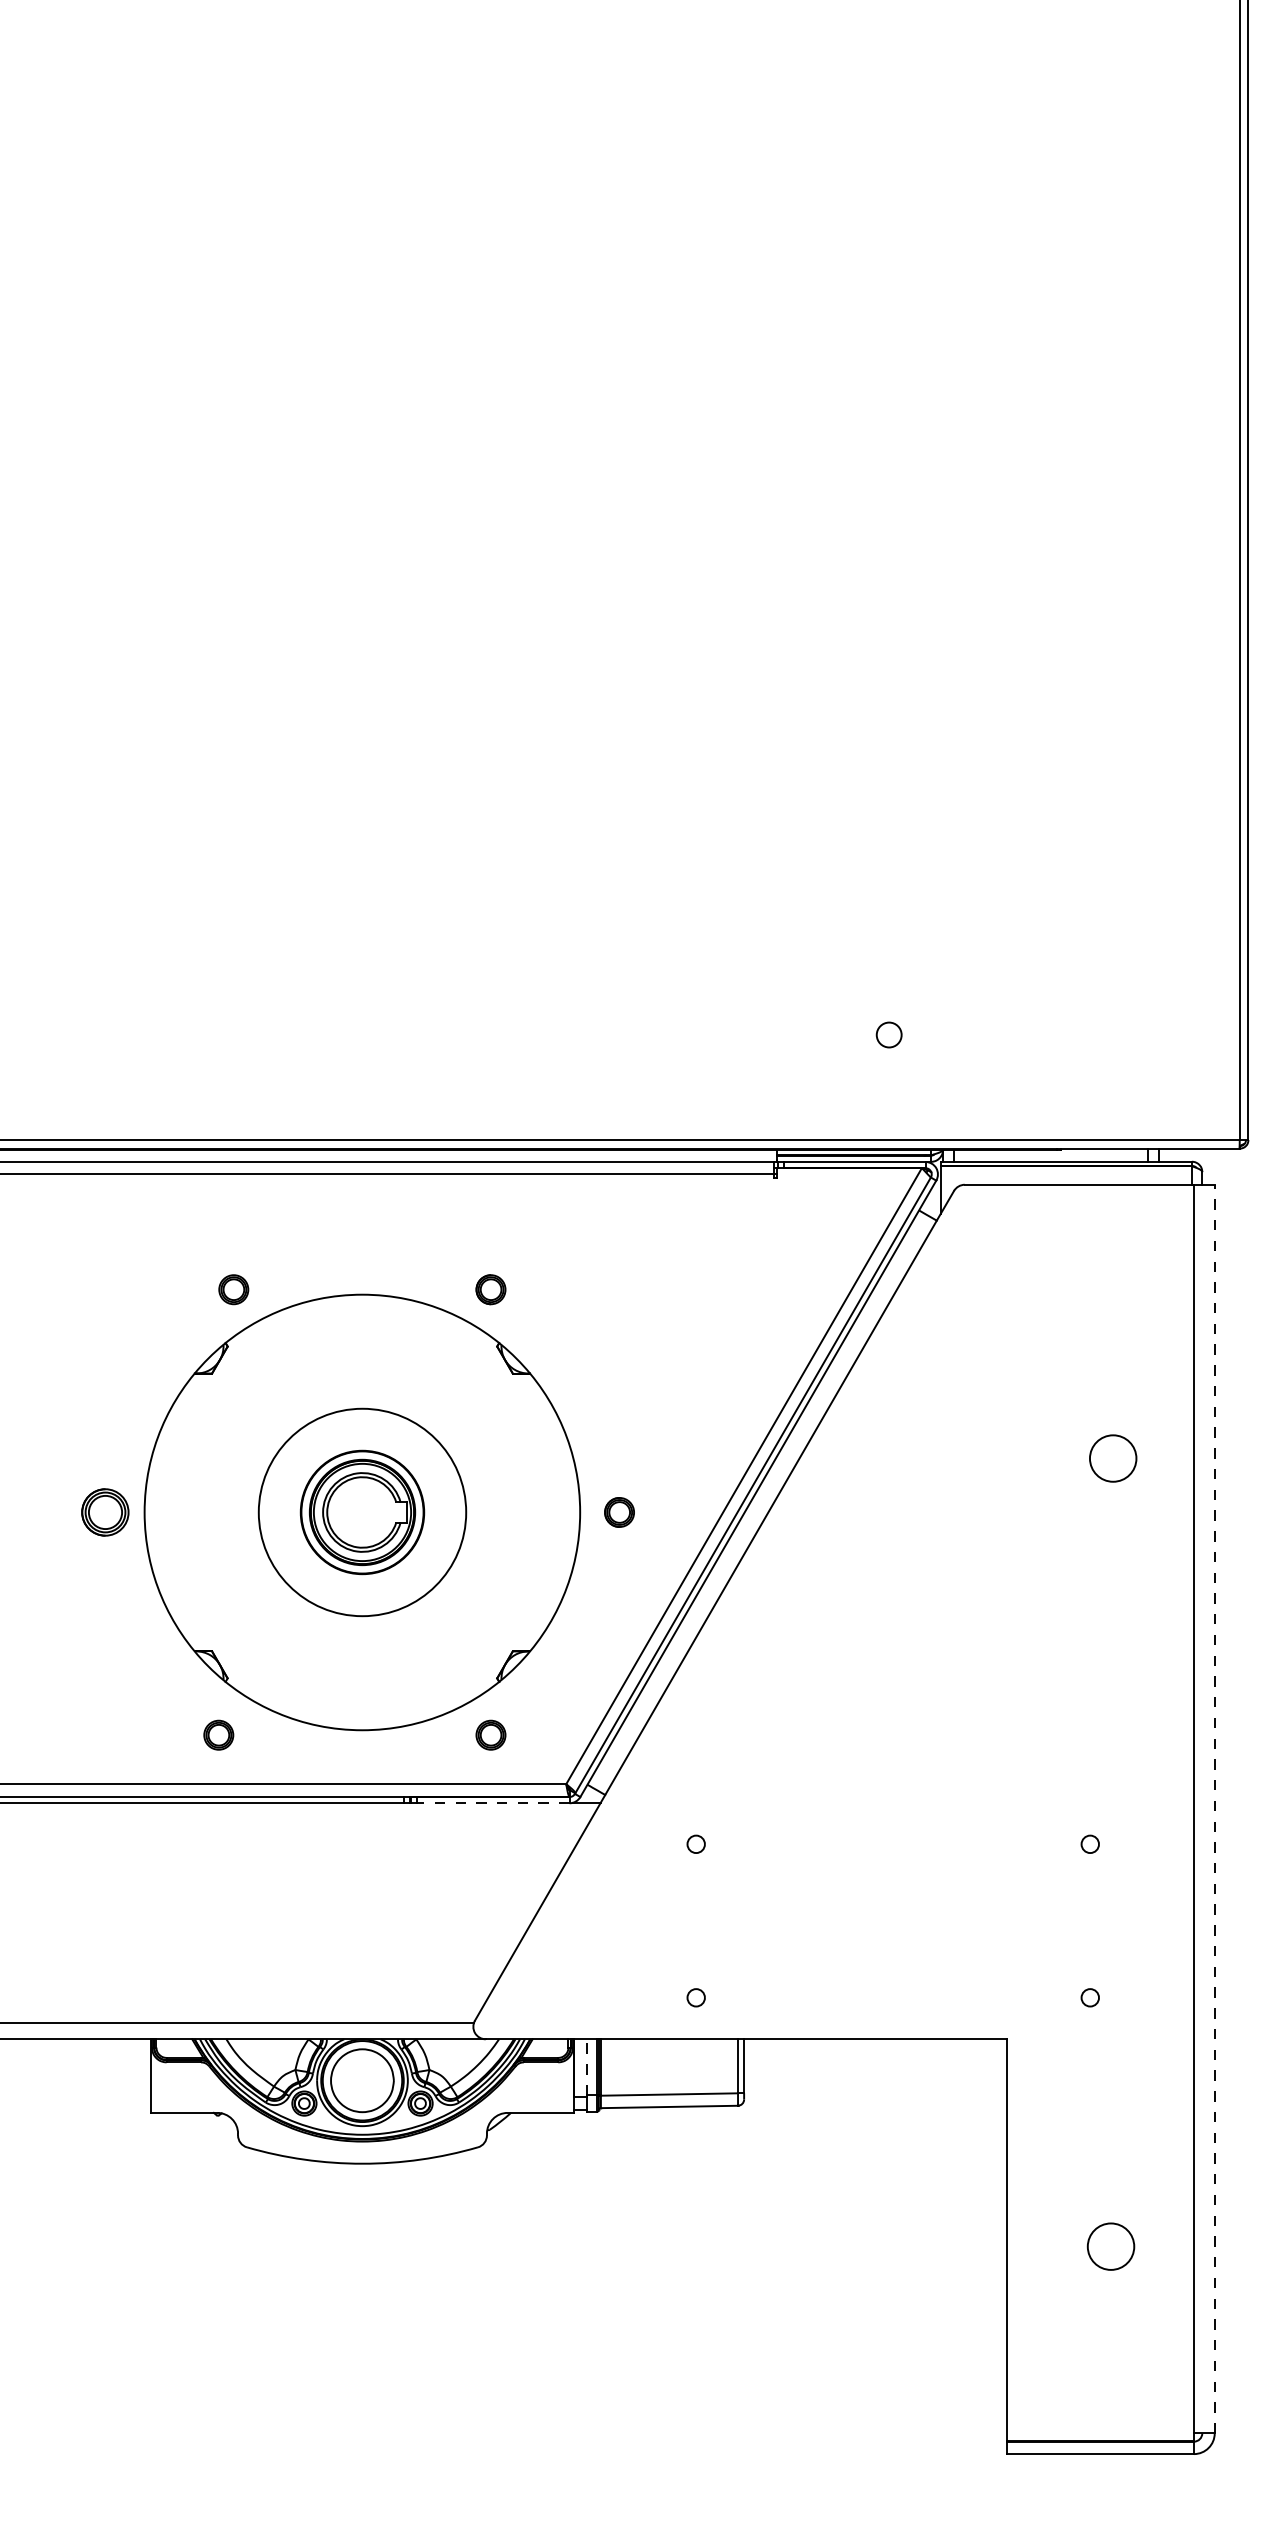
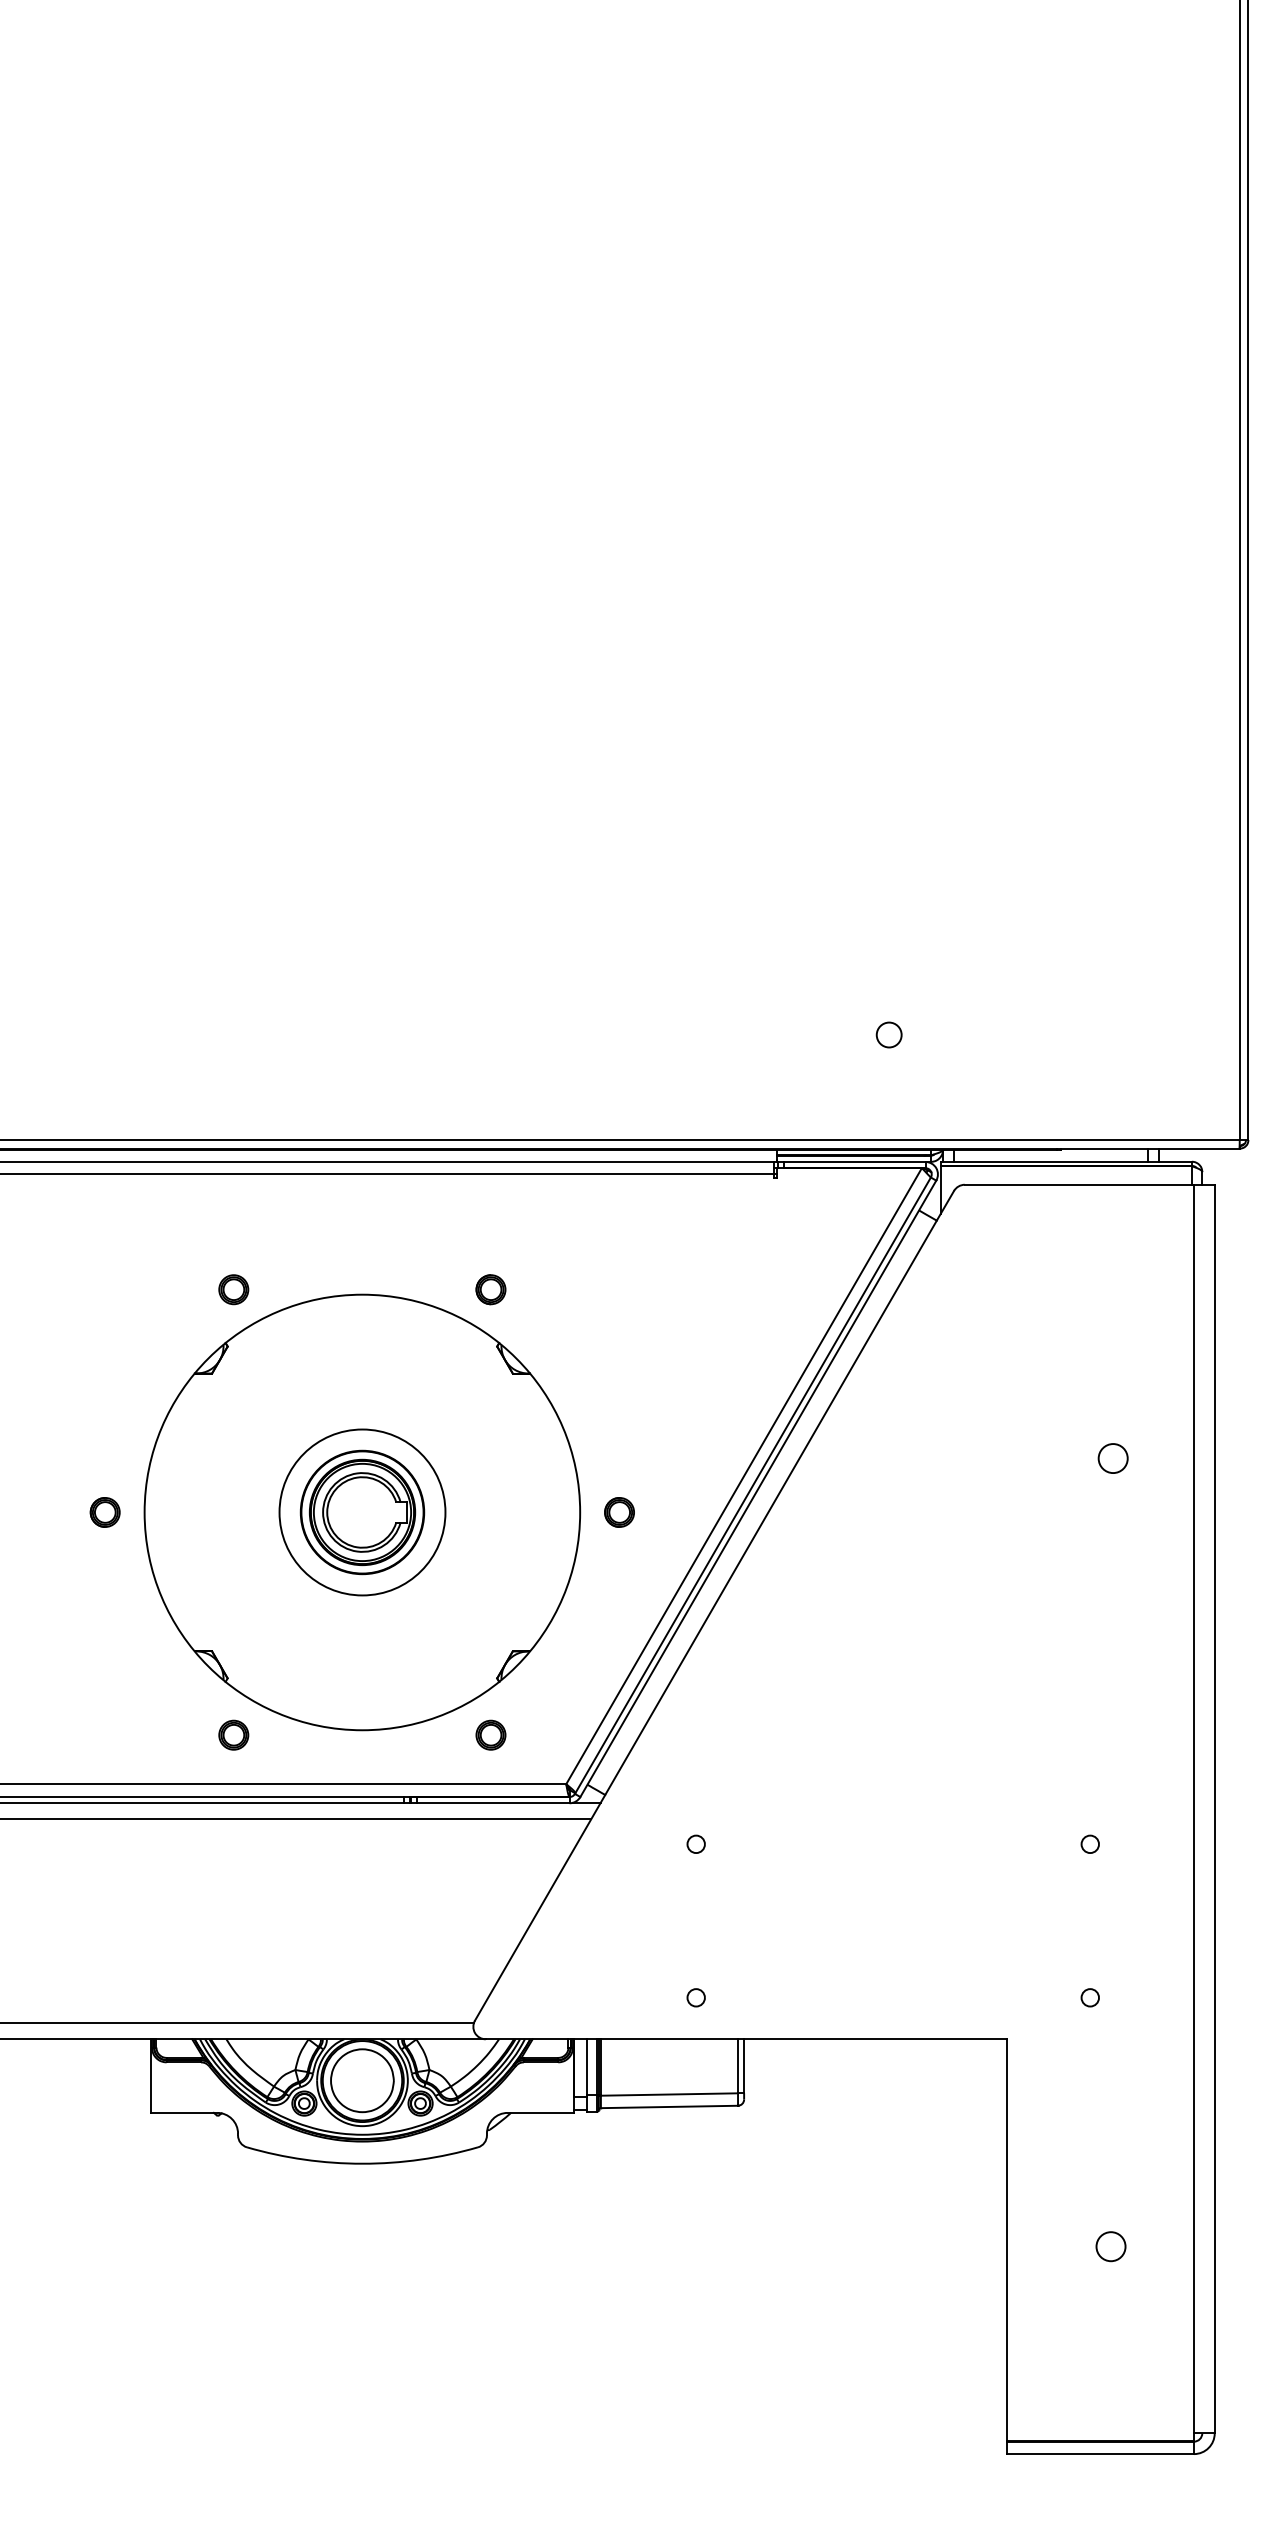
circle at (1112, 1458) diameter: 46 px -> 29 px
part at (105, 1512) size: 49x49 px -> 32x31 px
circle at (362, 1512) diameter: 207 px -> 166 px
part at (218, 1734) position: (218, 1734) -> (233, 1734)
line at (492, 1803): dashed -> solid
line at (1214, 1808): dashed -> solid
line at (296, 1819): none -> present
line at (586, 2067): dashed -> solid
circle at (1110, 2246) diameter: 46 px -> 29 px
